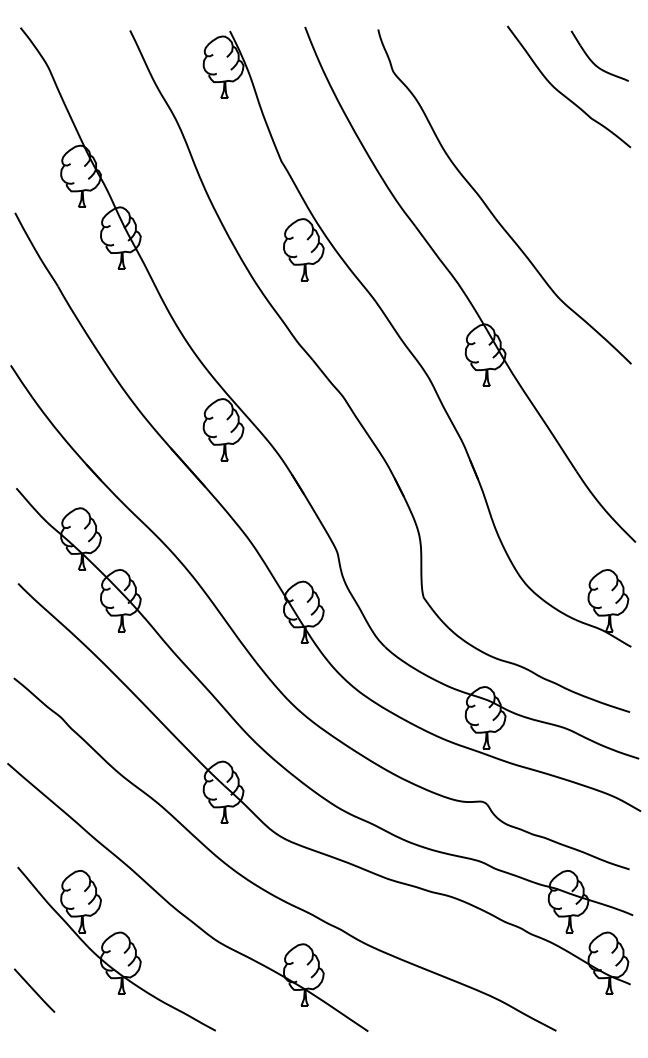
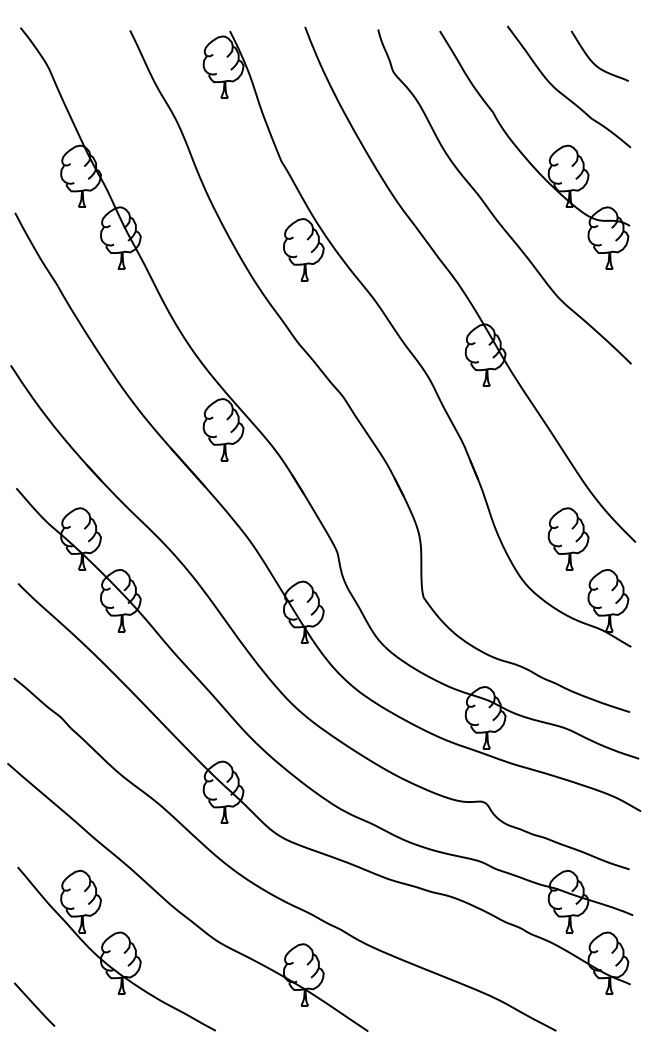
part at (526, 157): none -> present
part at (568, 538): none -> present
line at (34, 990) position: (34, 990) -> (34, 1004)
